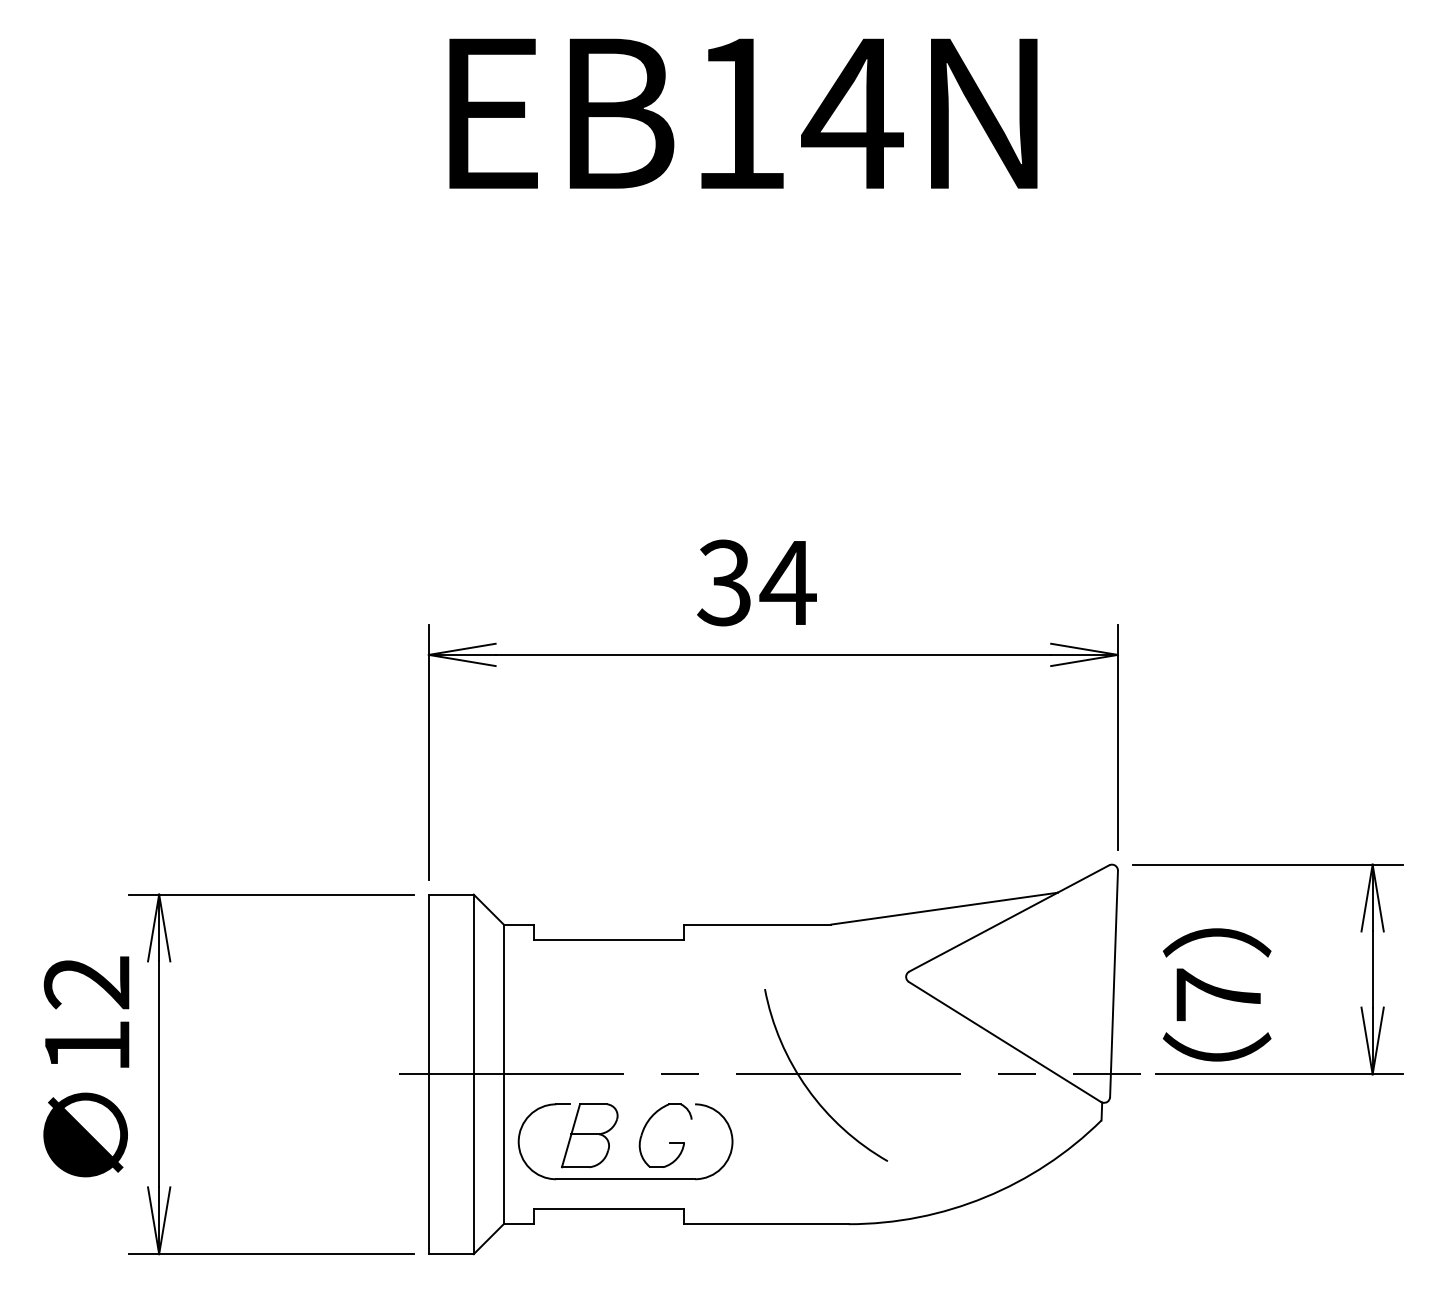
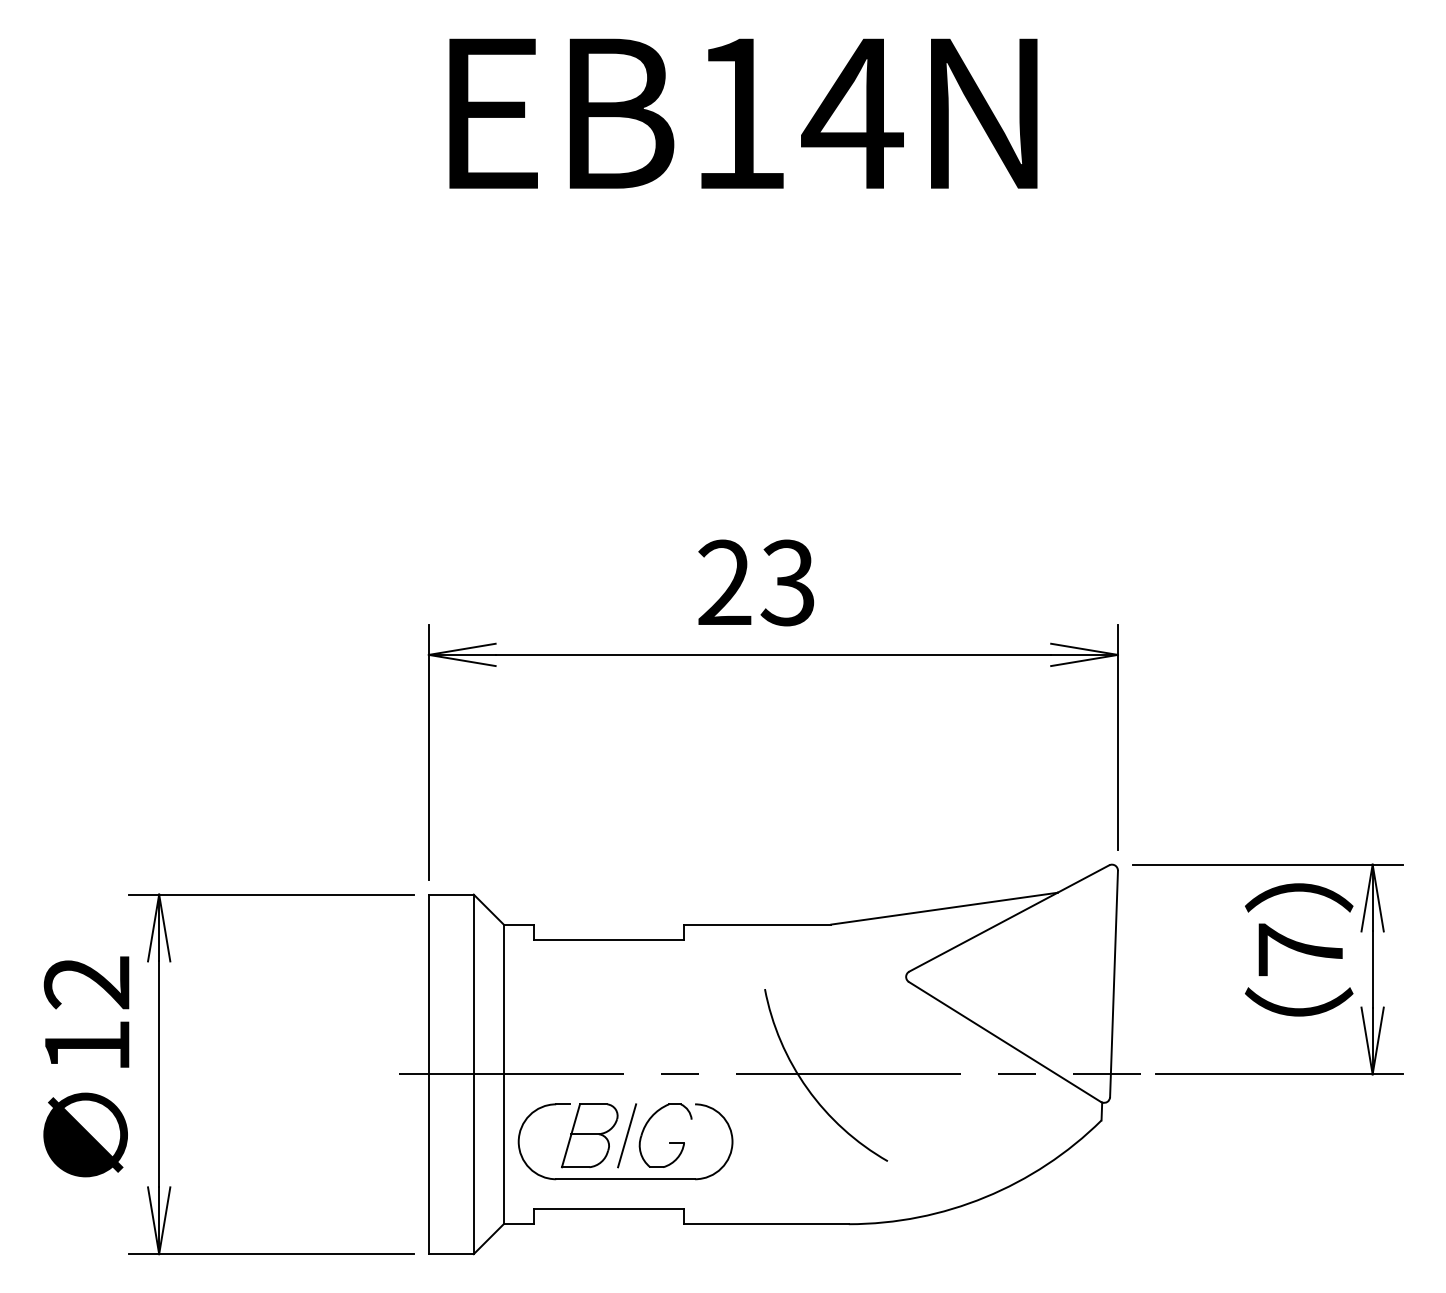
text at (756, 582): 34 -> 23
text at (1217, 994) position: (1217, 994) -> (1299, 949)
line at (627, 1135): none -> present
